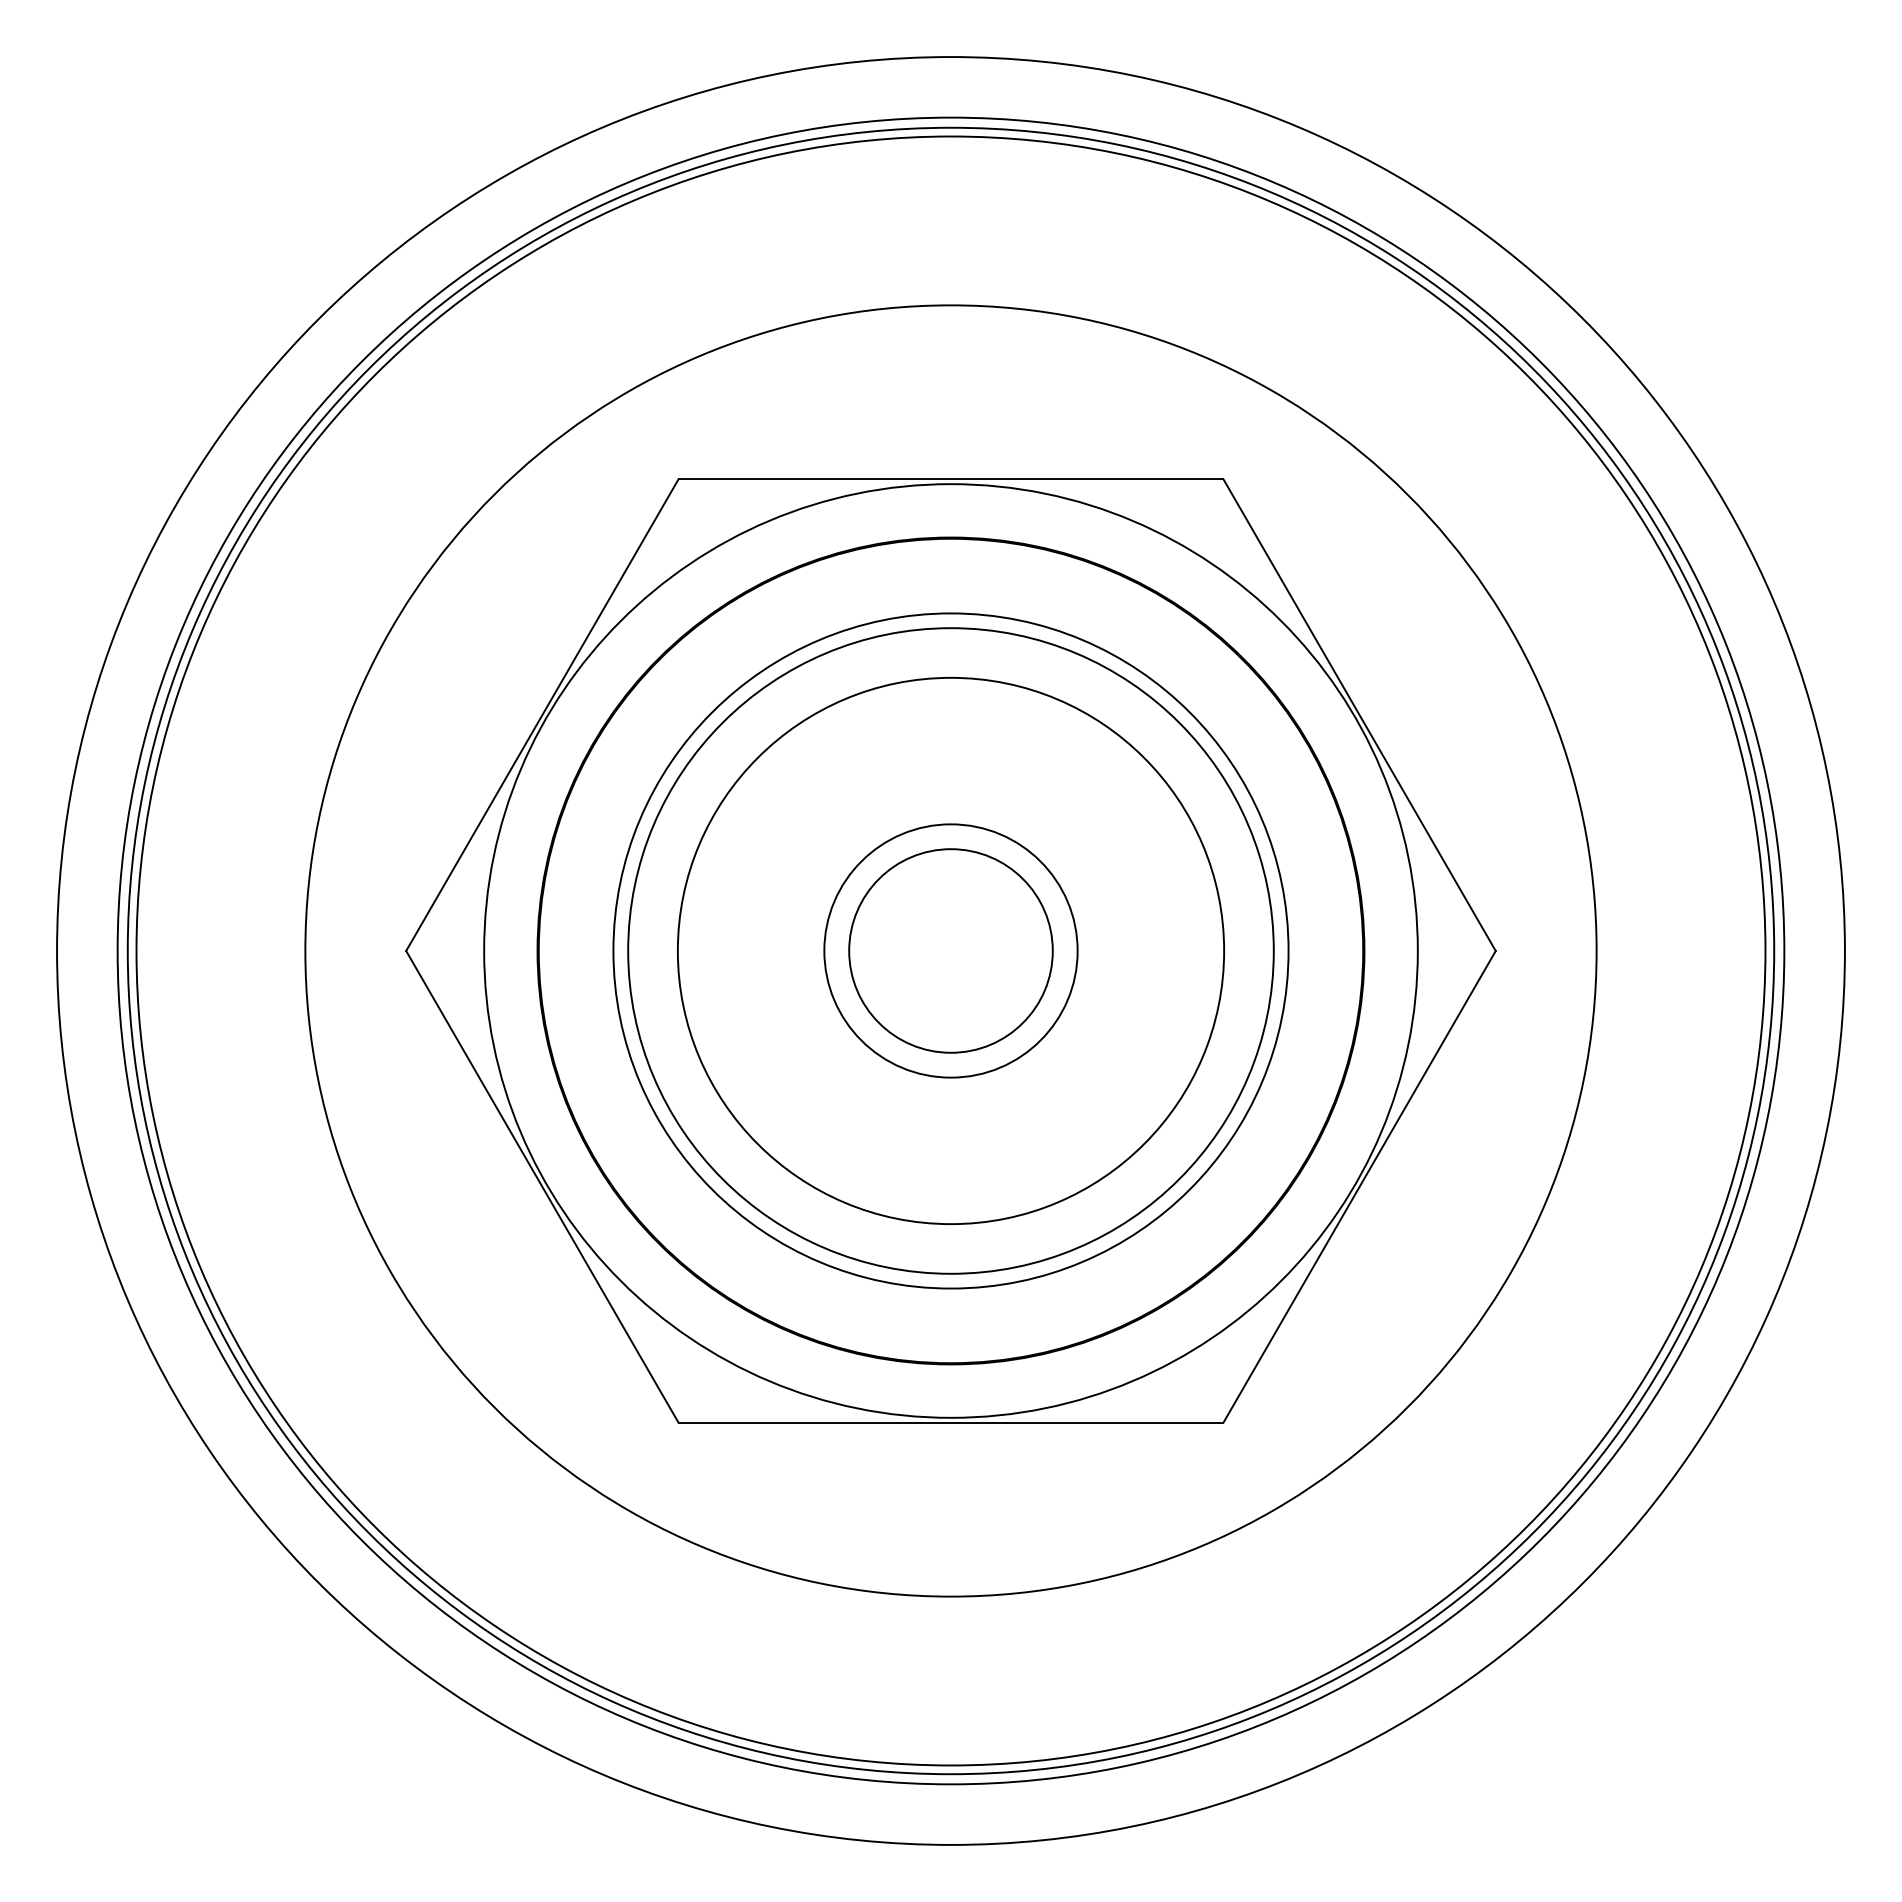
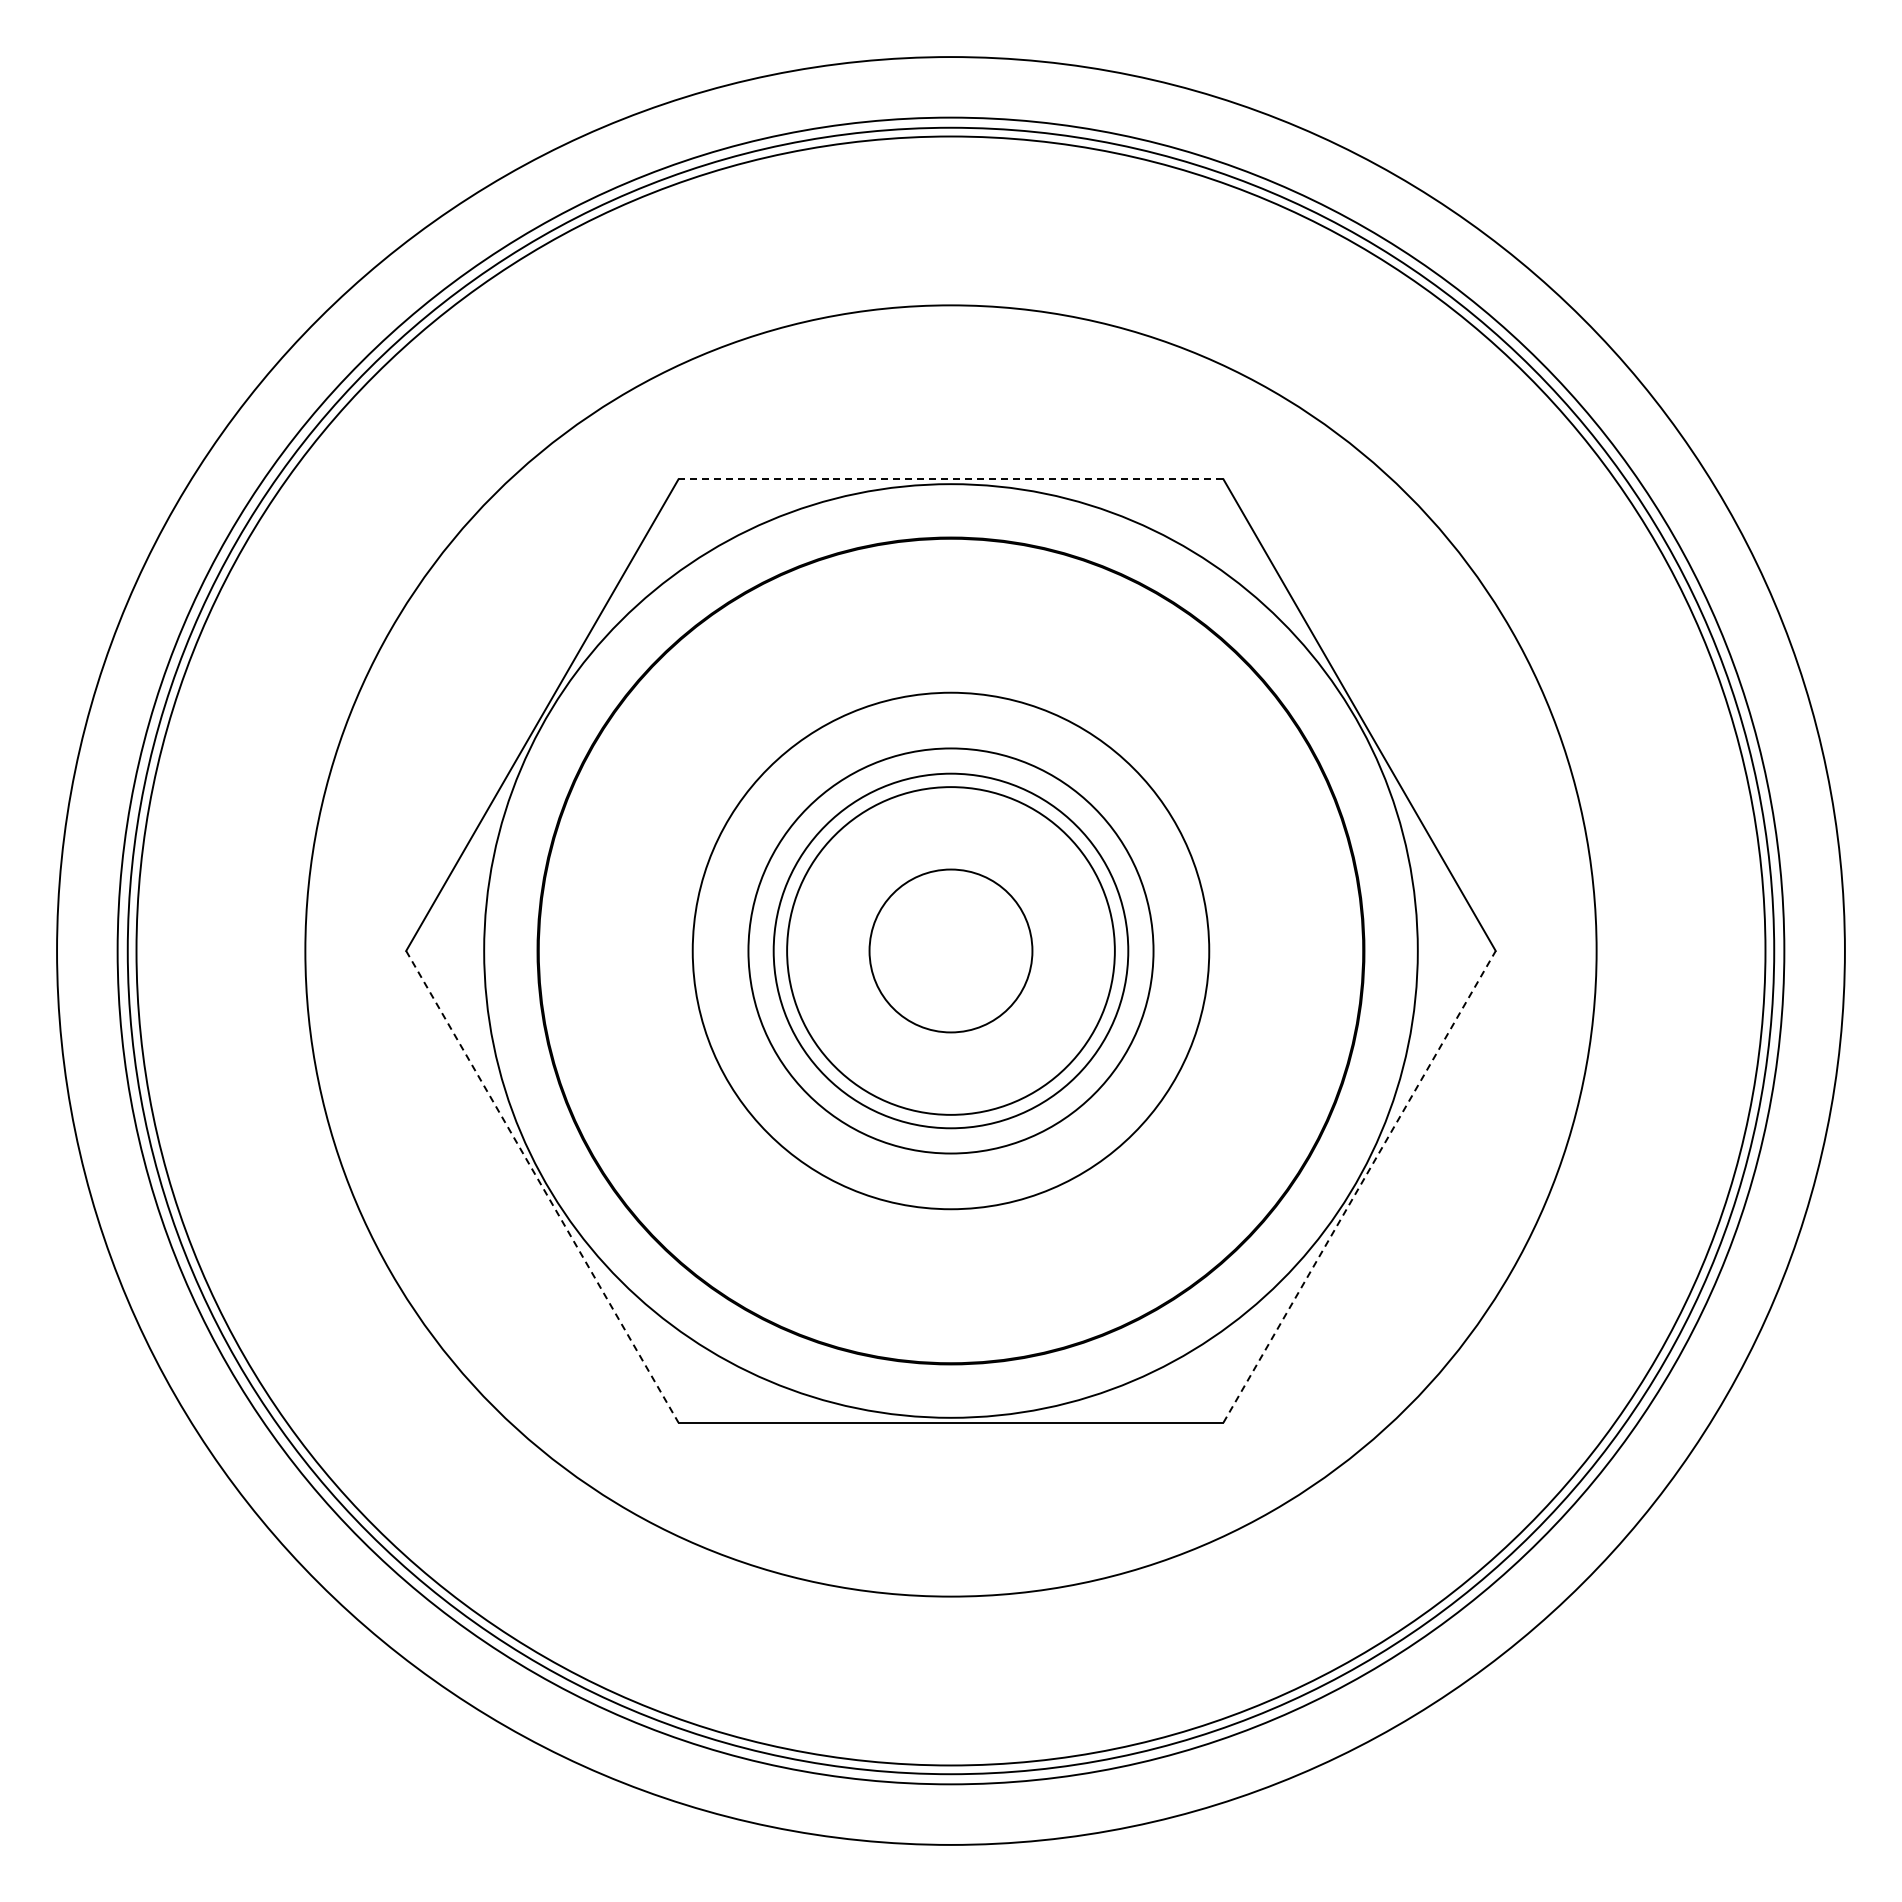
line at (950, 479): solid -> dashed
circle at (950, 950) diameter: 204 px -> 163 px
circle at (950, 950) diameter: 253 px -> 355 px
circle at (950, 950) diameter: 546 px -> 328 px
circle at (950, 950) diameter: 646 px -> 516 px
circle at (950, 950) diameter: 675 px -> 405 px
line at (1359, 1186): solid -> dashed
line at (542, 1187): solid -> dashed
